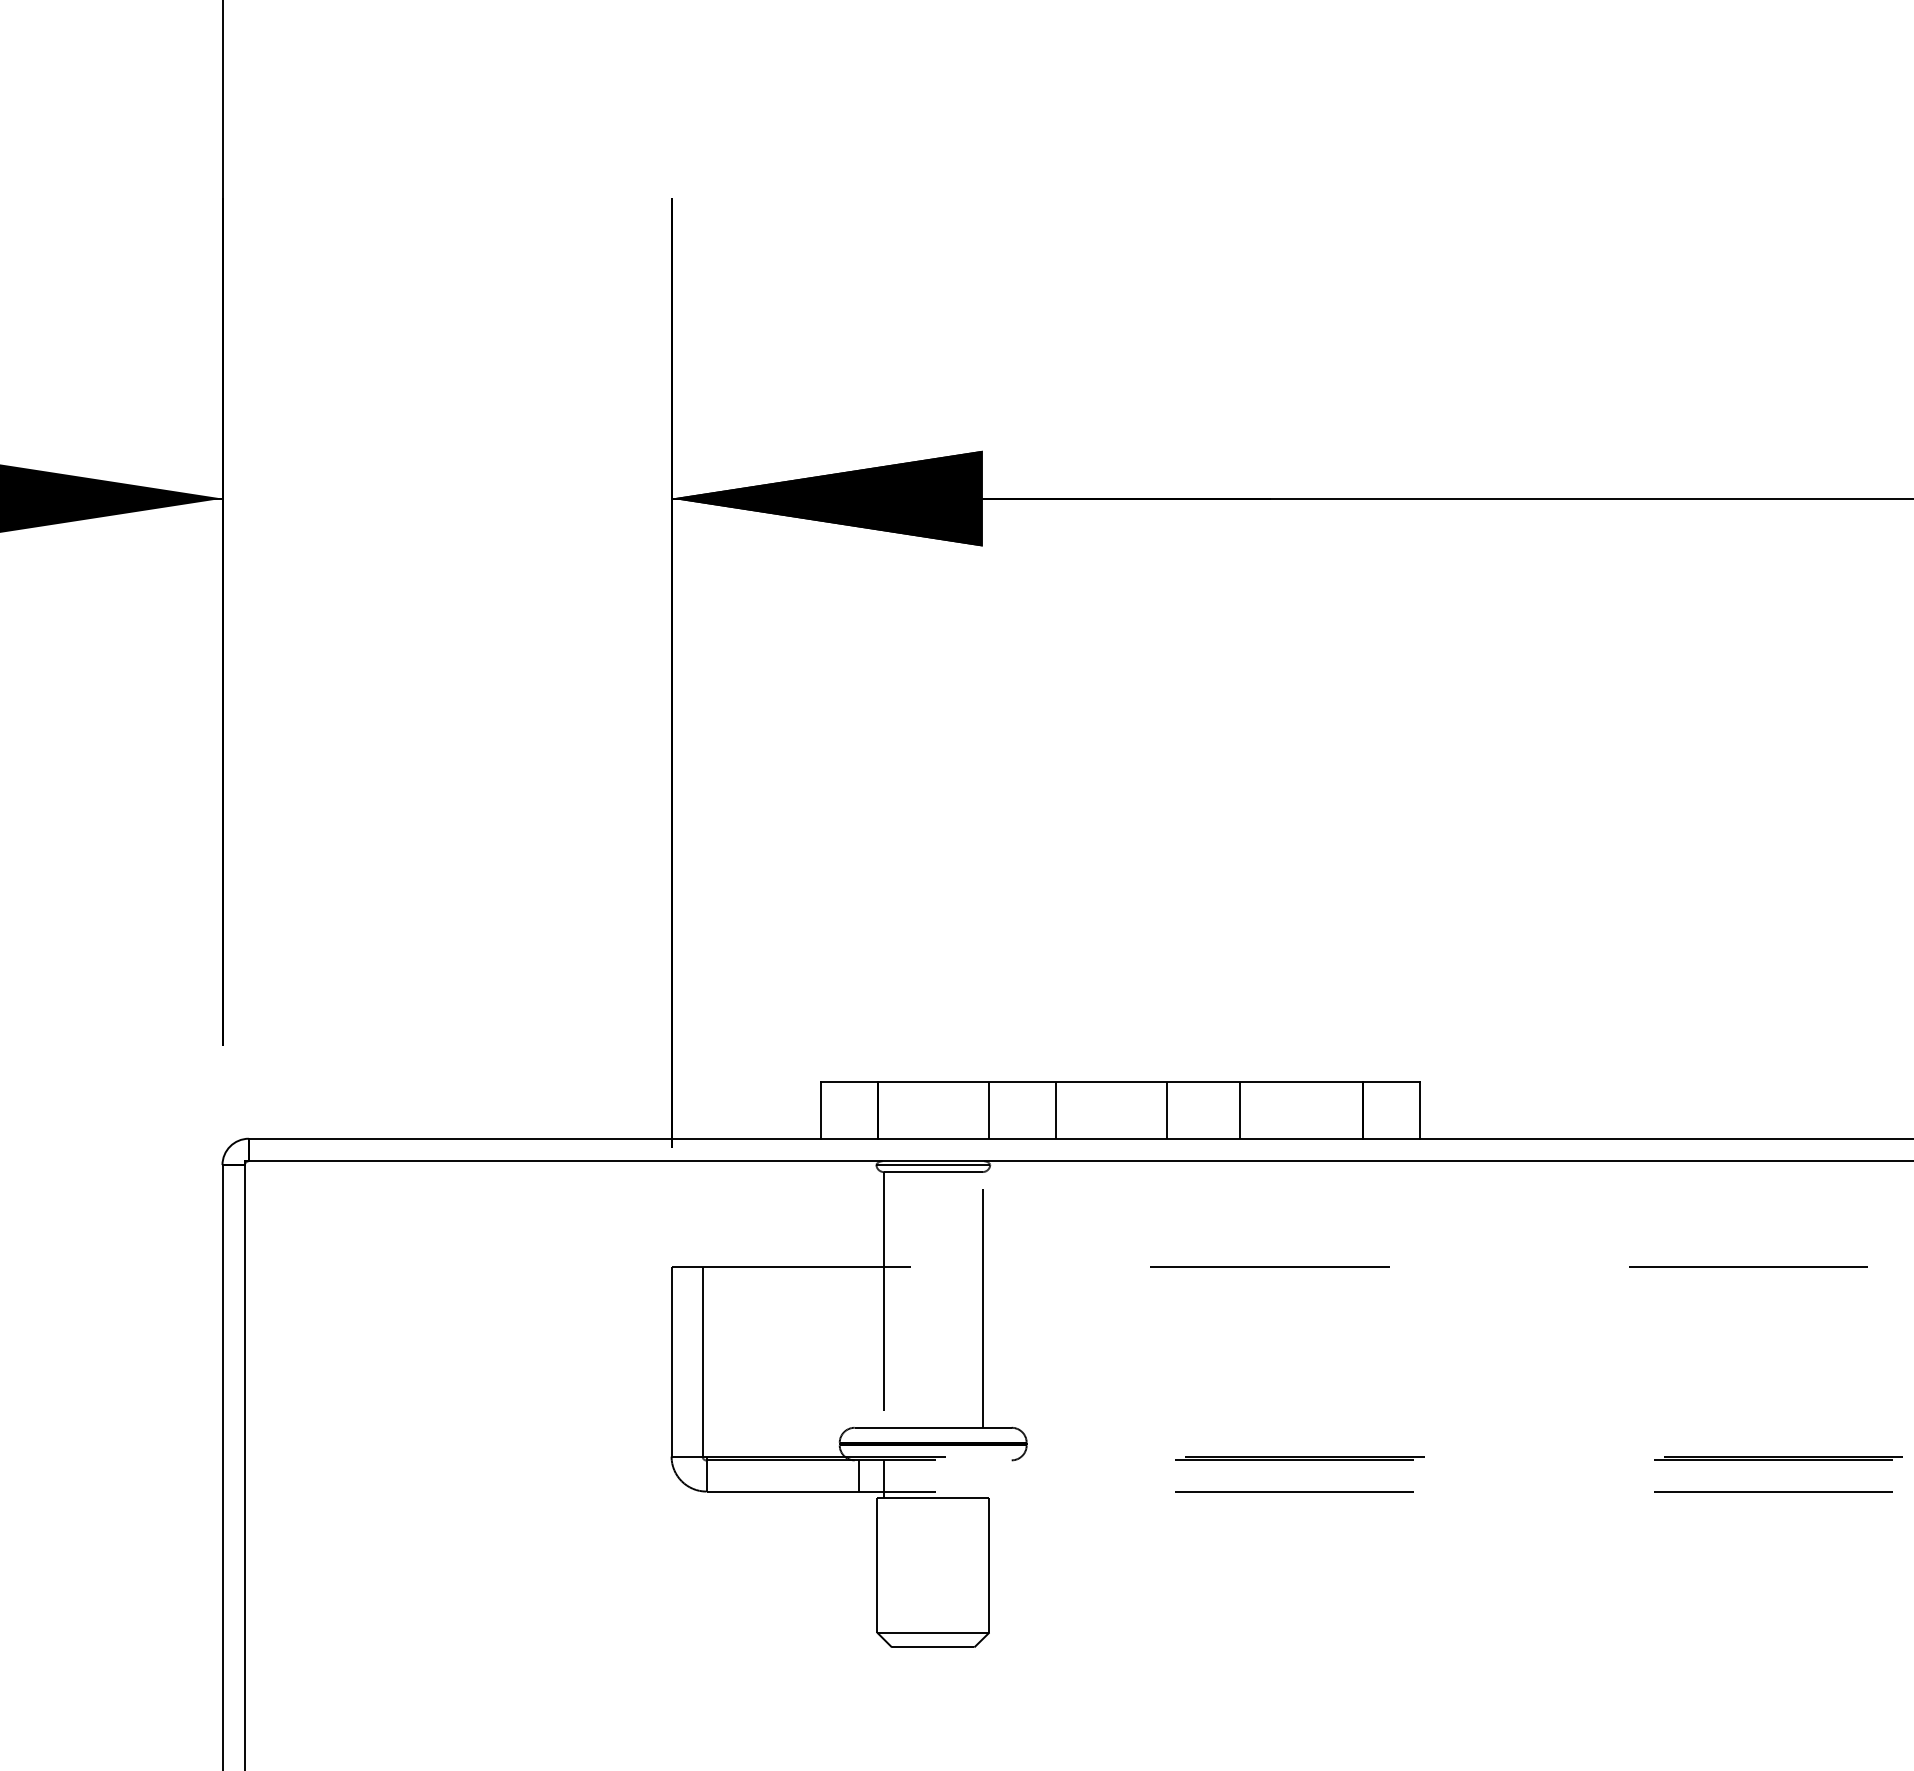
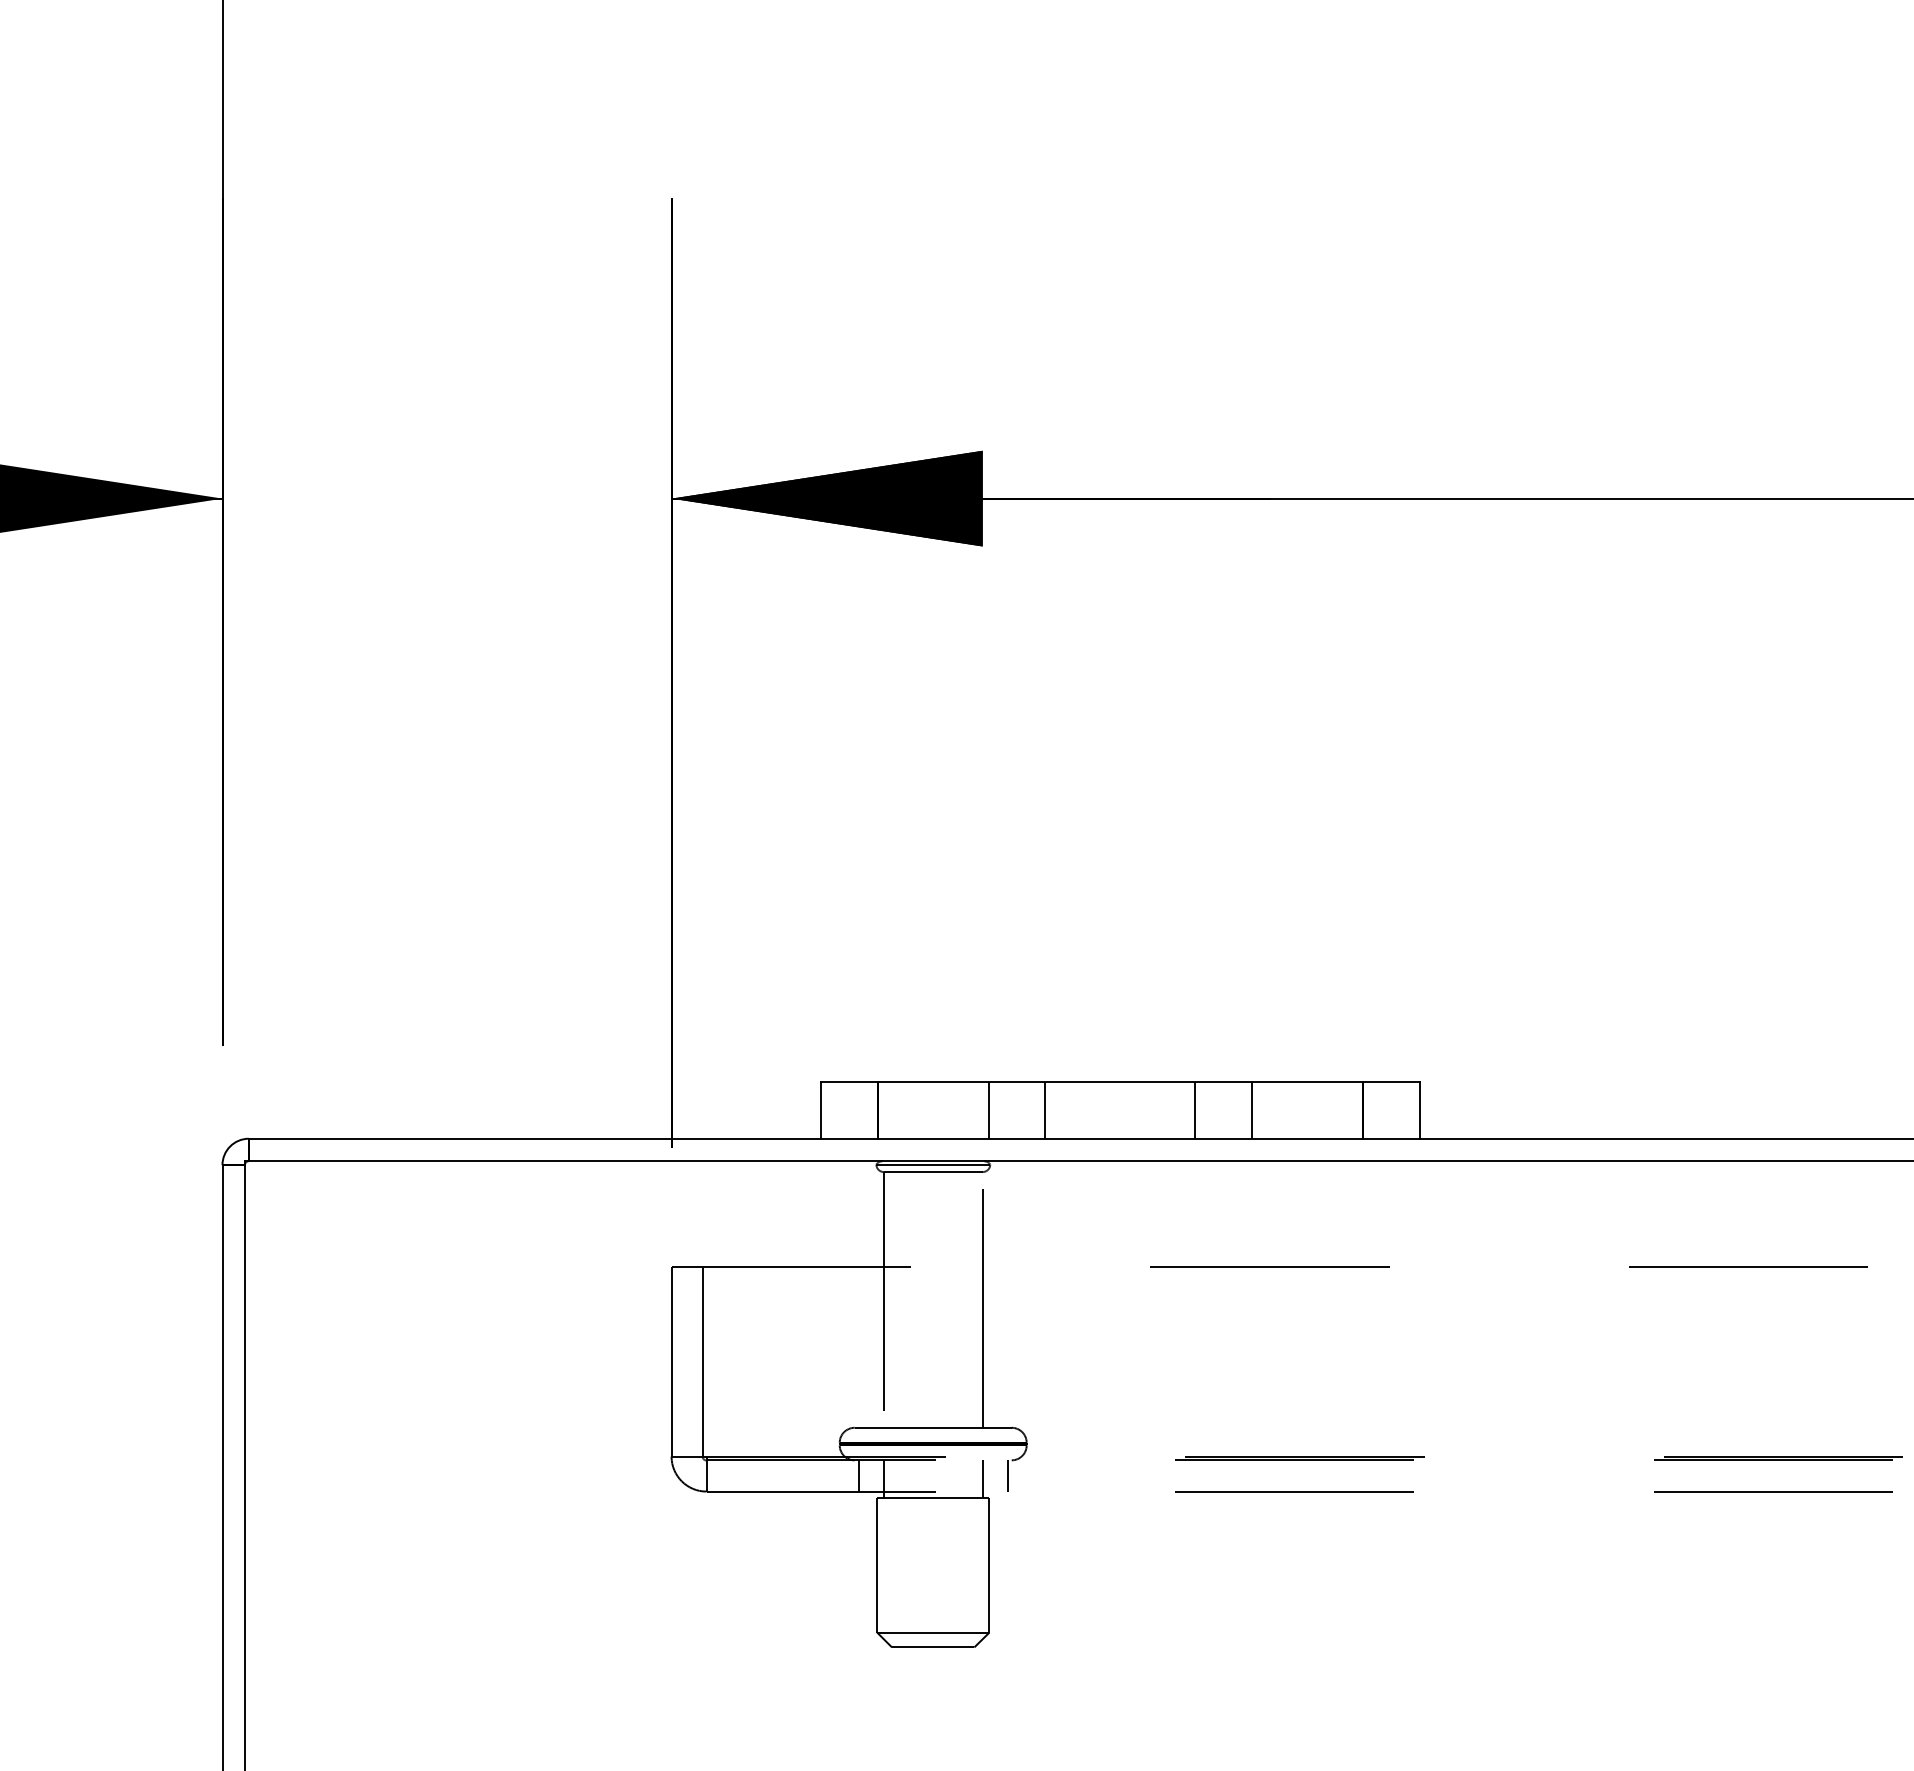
line at (1056, 1110) position: (1056, 1110) -> (1045, 1110)
line at (1167, 1110) position: (1167, 1110) -> (1195, 1110)
line at (1240, 1110) position: (1240, 1110) -> (1252, 1110)
line at (1008, 1475): none -> present
line at (982, 1478): none -> present
